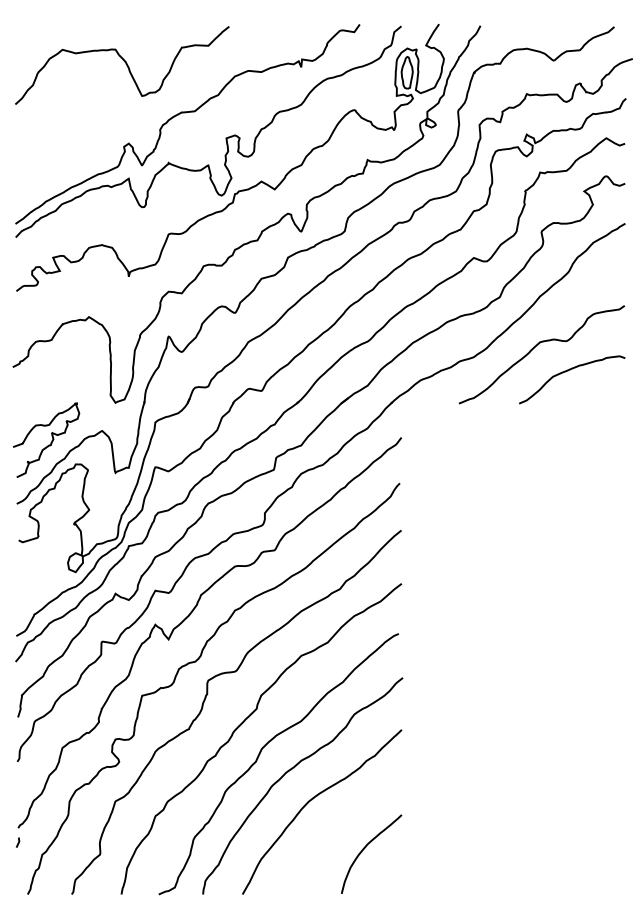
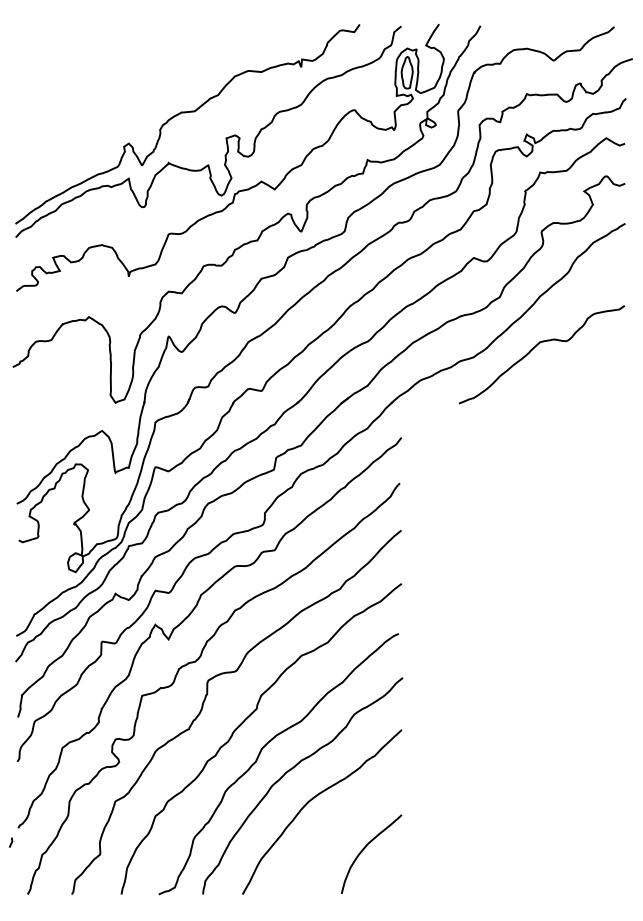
curve at (125, 64): present -> none
curve at (568, 371): present -> none
curve at (50, 442): present -> none
line at (18, 842) position: (18, 842) -> (11, 842)
